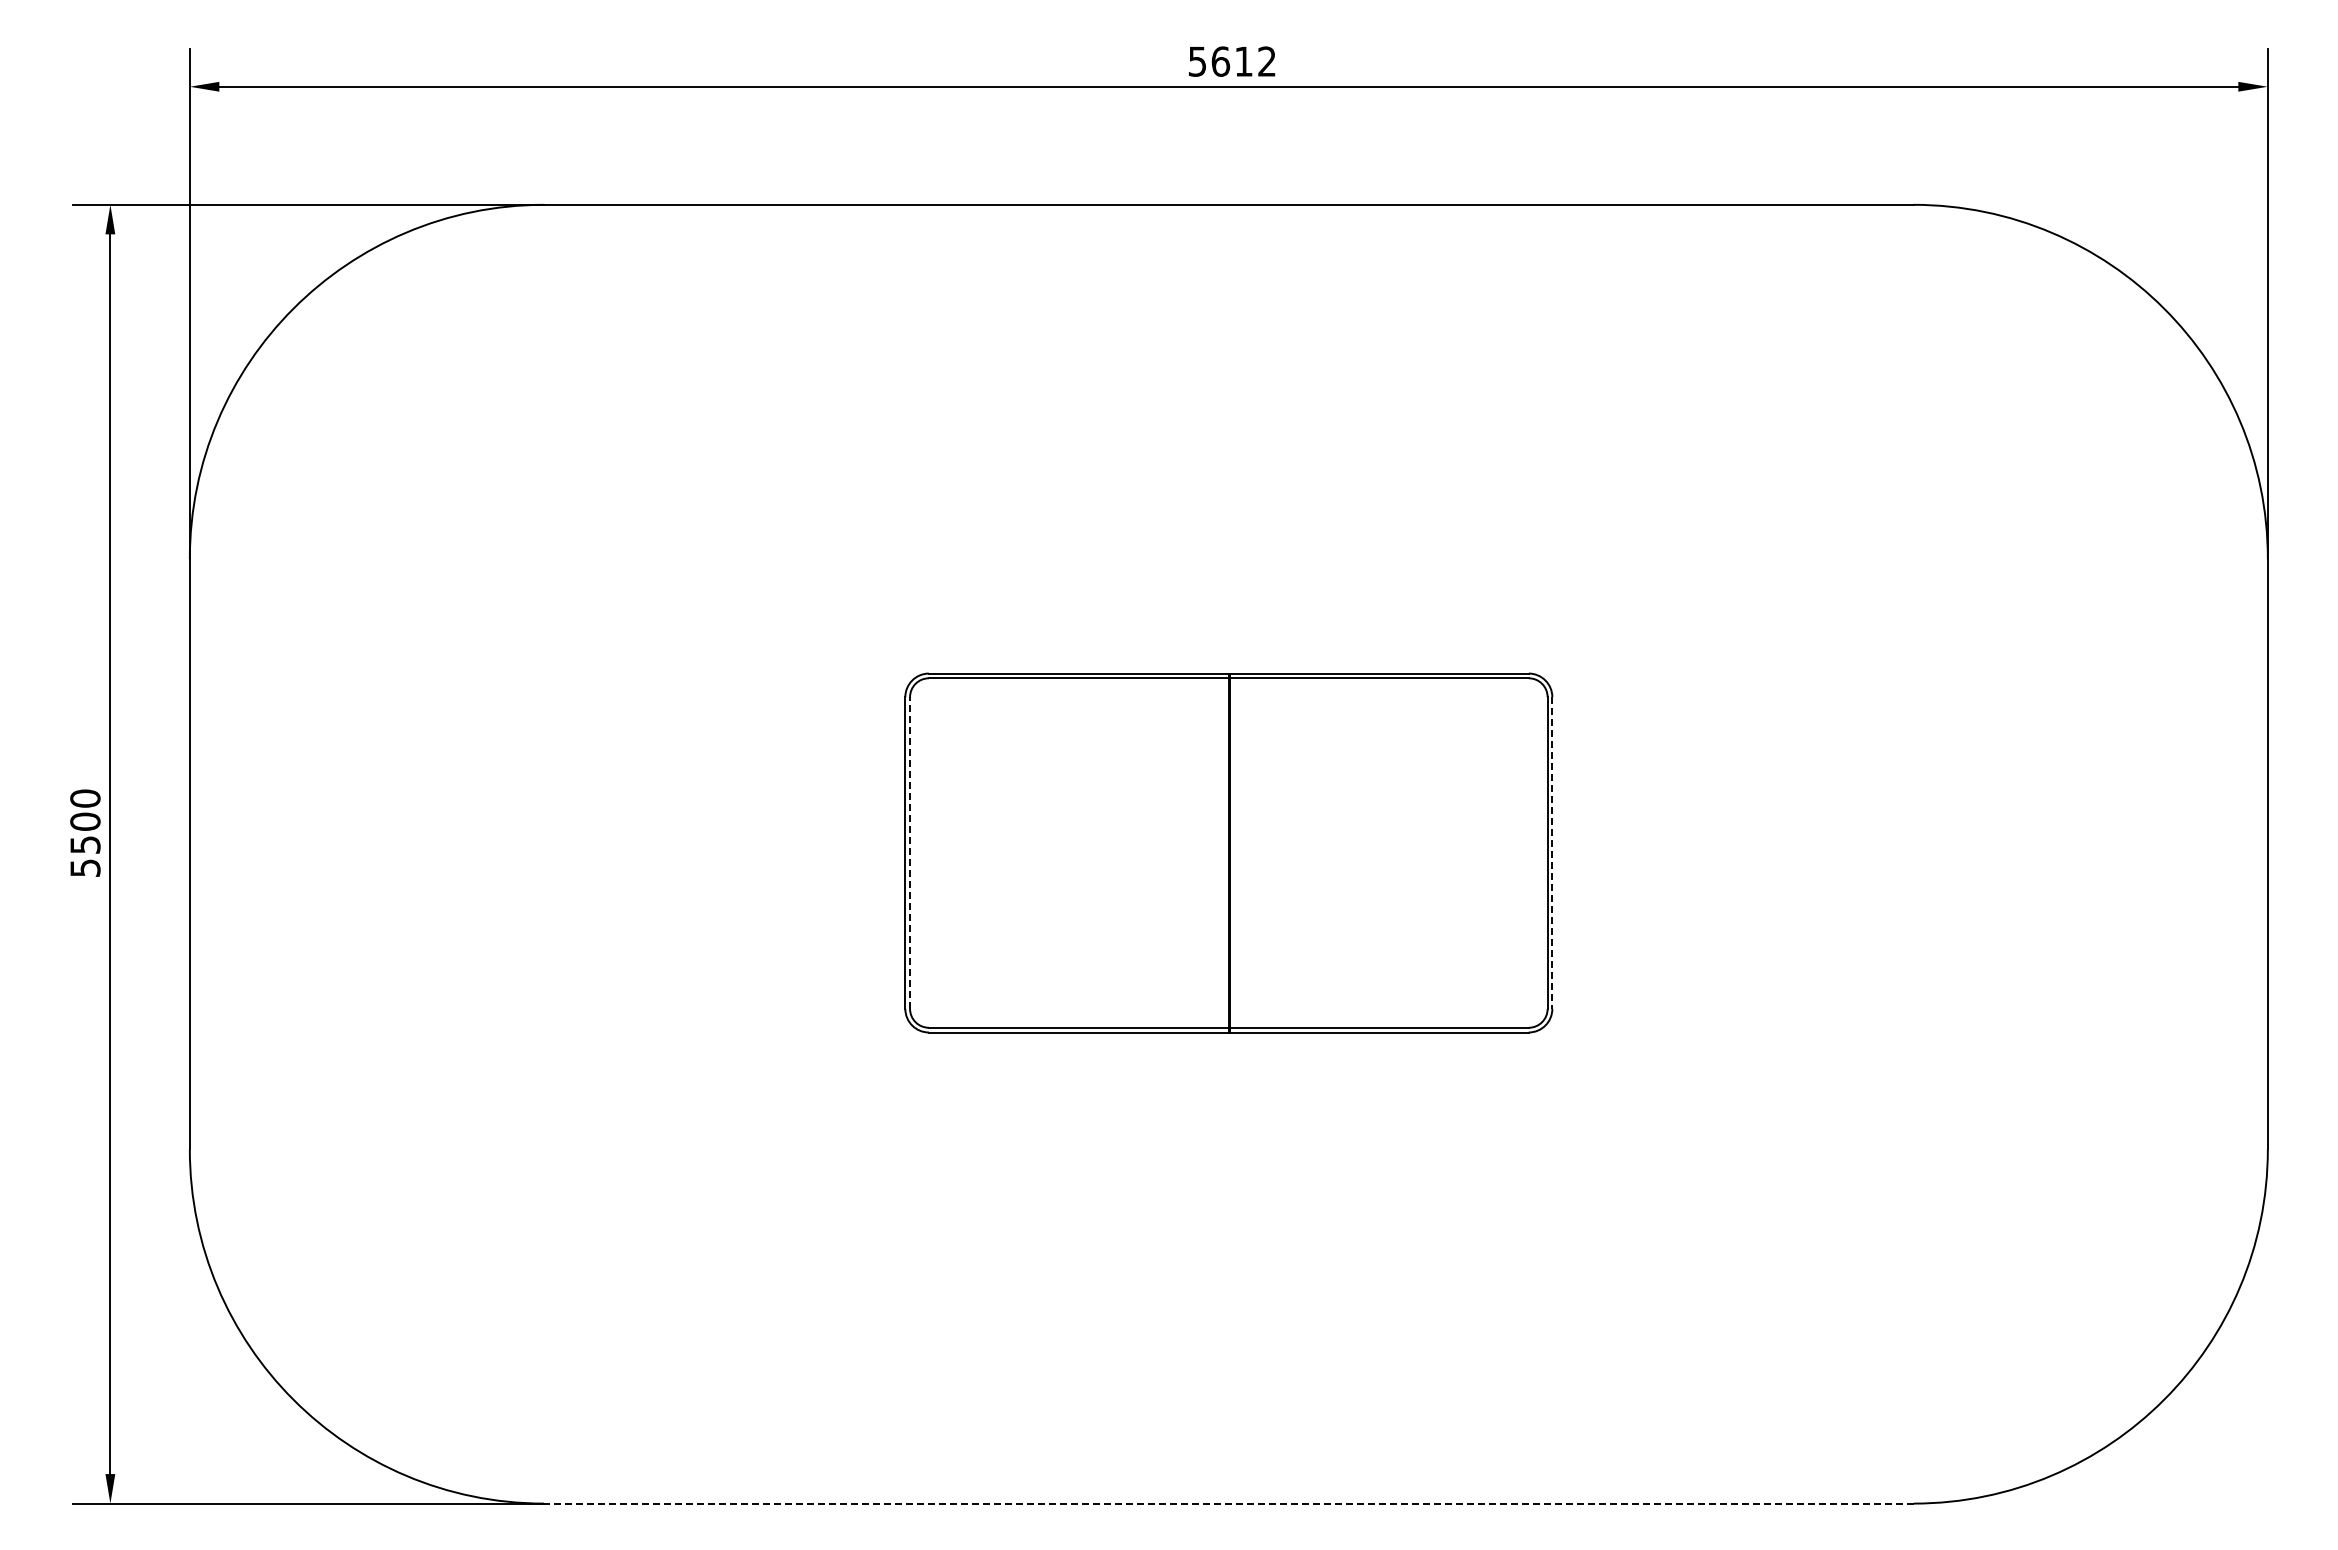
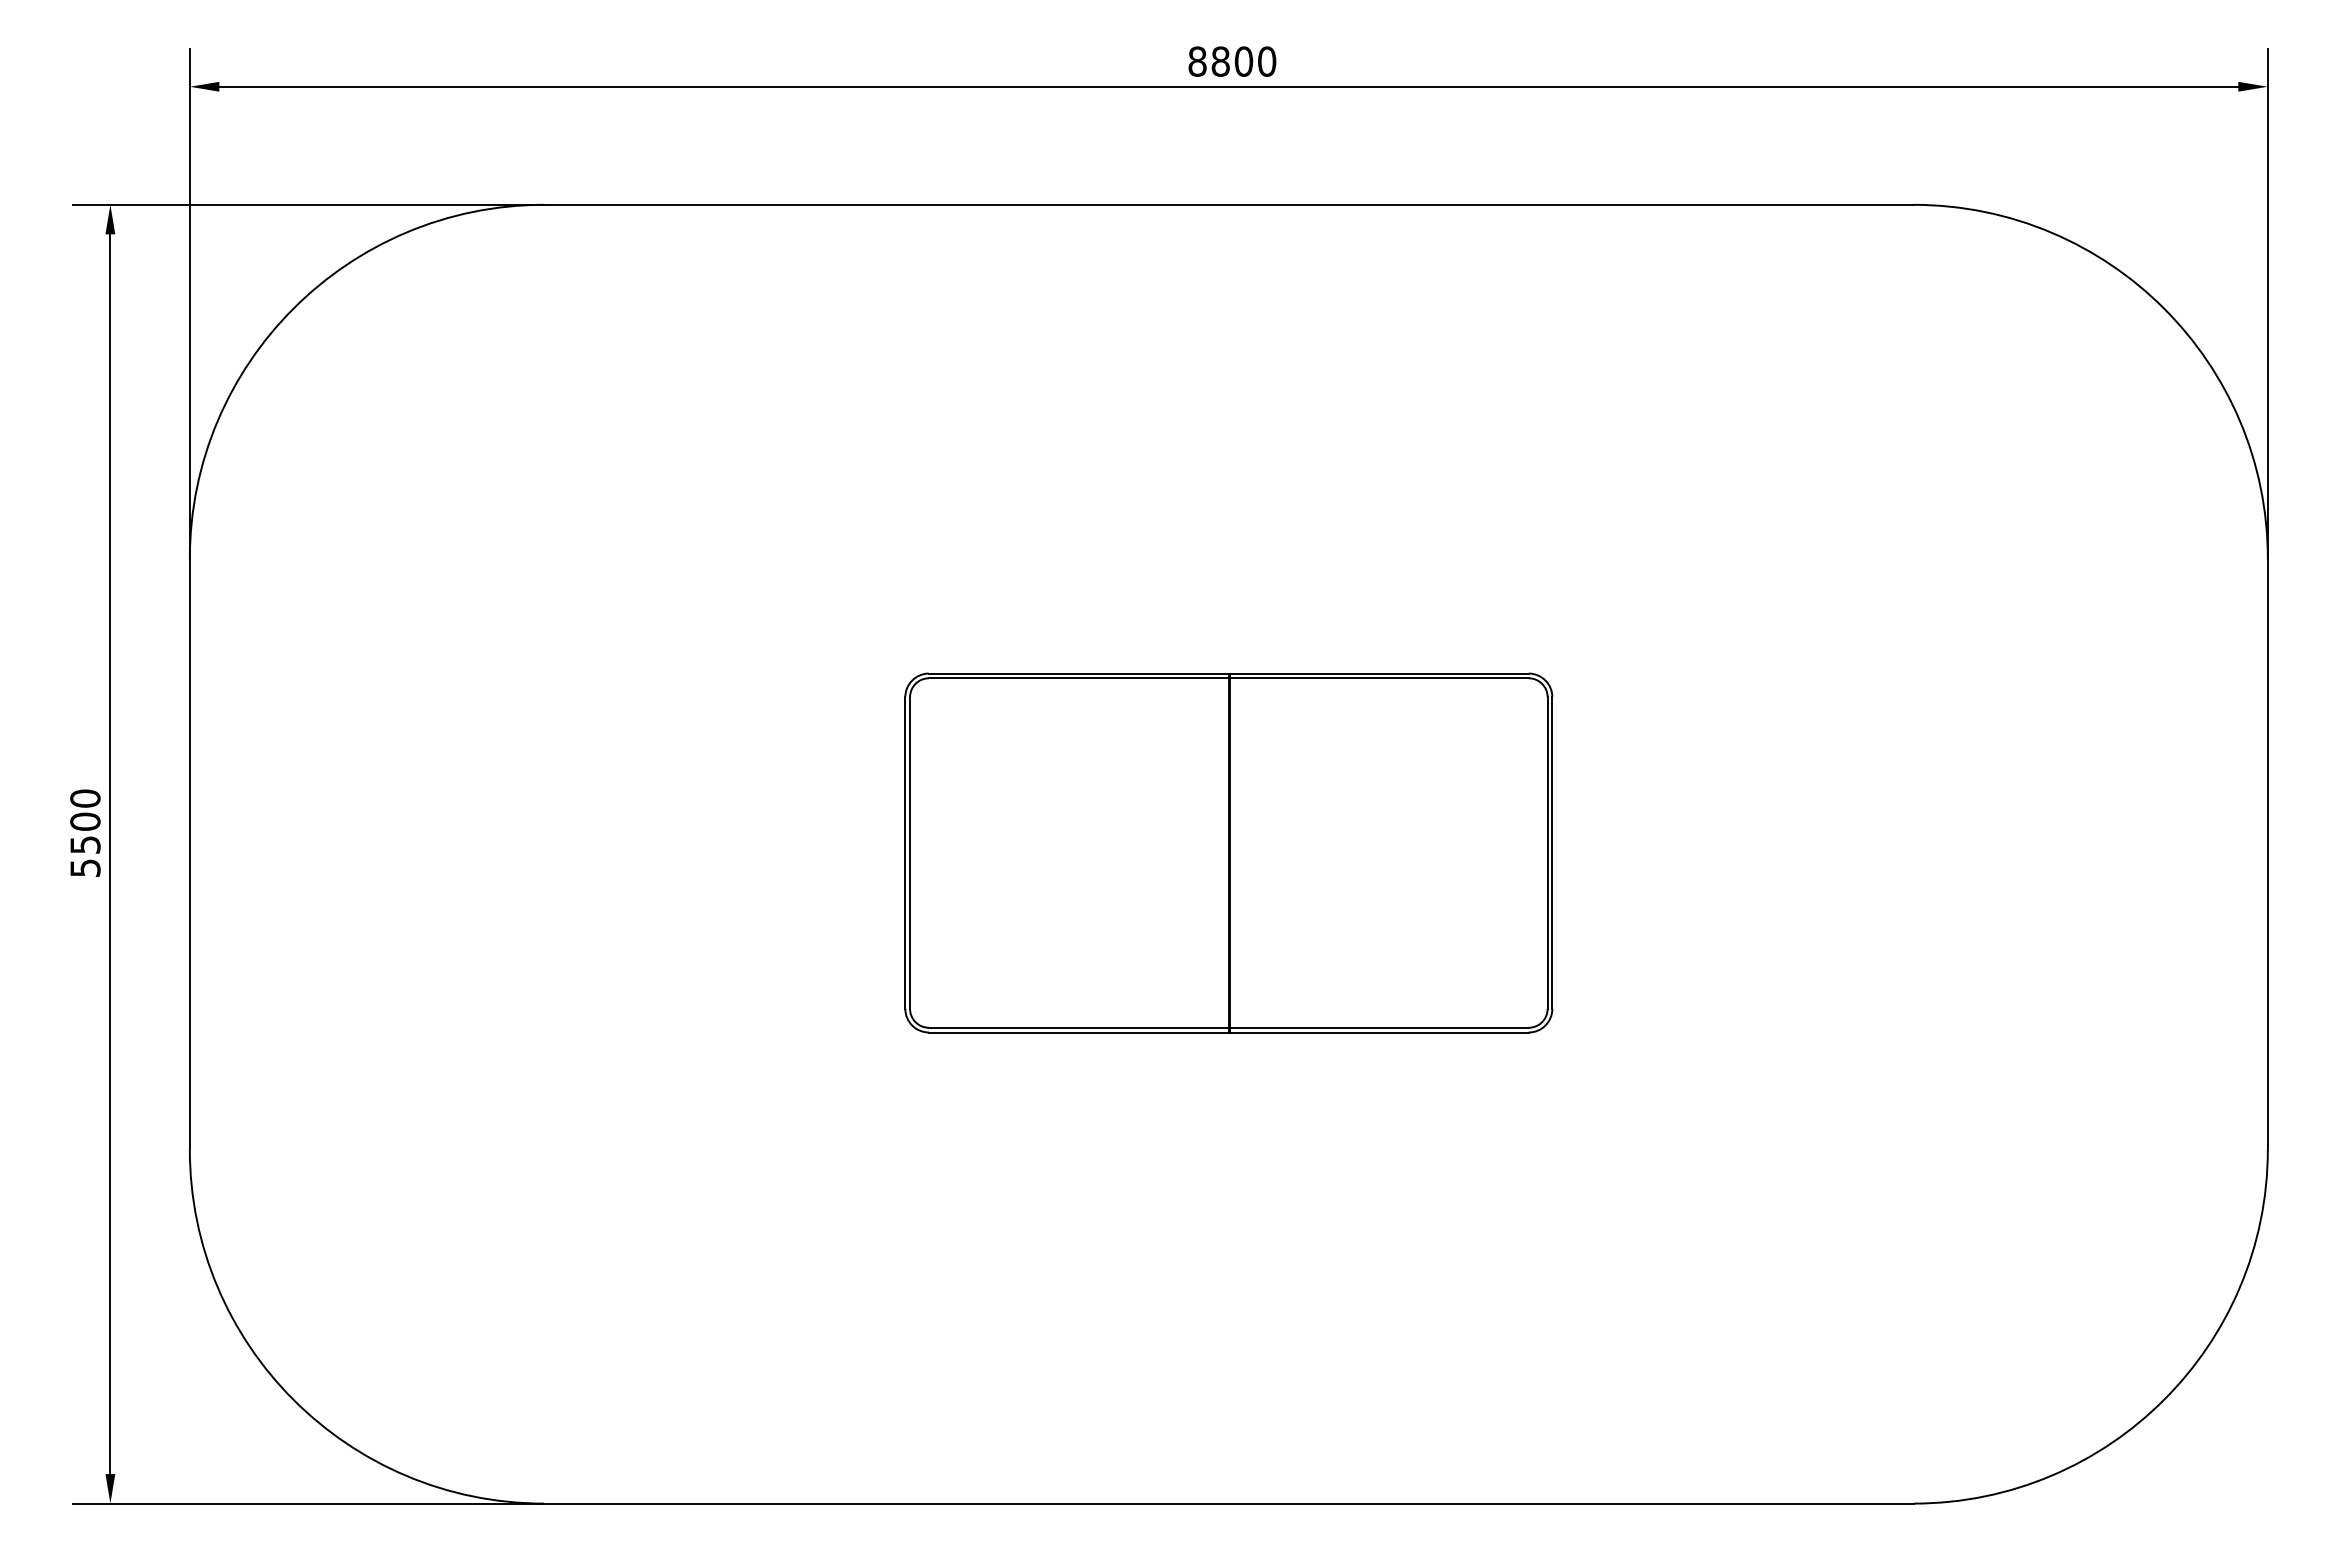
text at (1232, 61): 5612 -> 8800
line at (910, 853): dashed -> solid
line at (1552, 853): dashed -> solid
line at (1228, 1503): dashed -> solid
